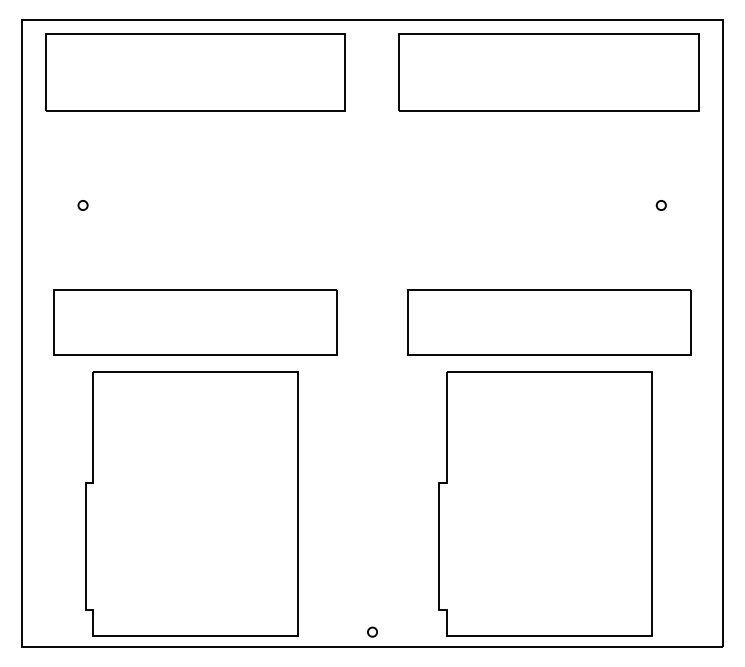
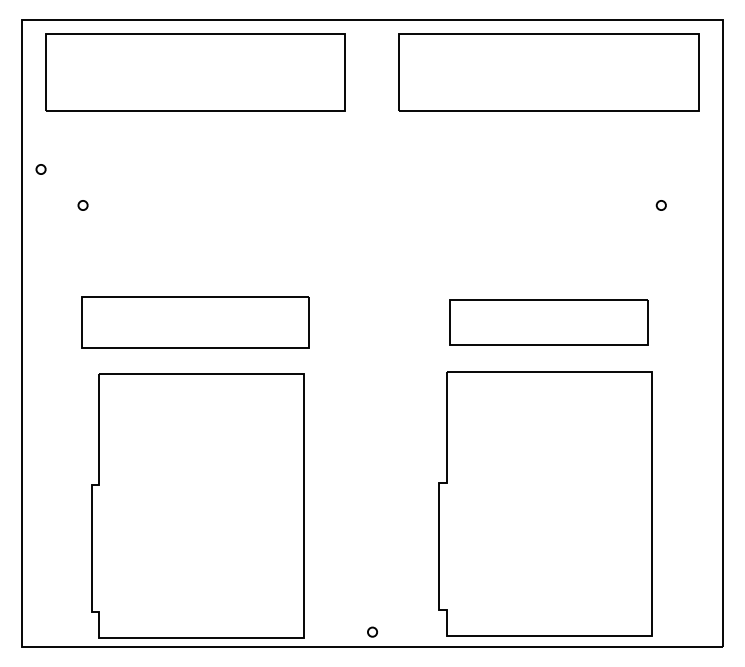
circle at (40, 169): none -> present
part at (195, 322) size: 285x67 px -> 229x53 px
part at (549, 322) size: 285x67 px -> 200x47 px
part at (191, 503) position: (191, 503) -> (197, 505)
